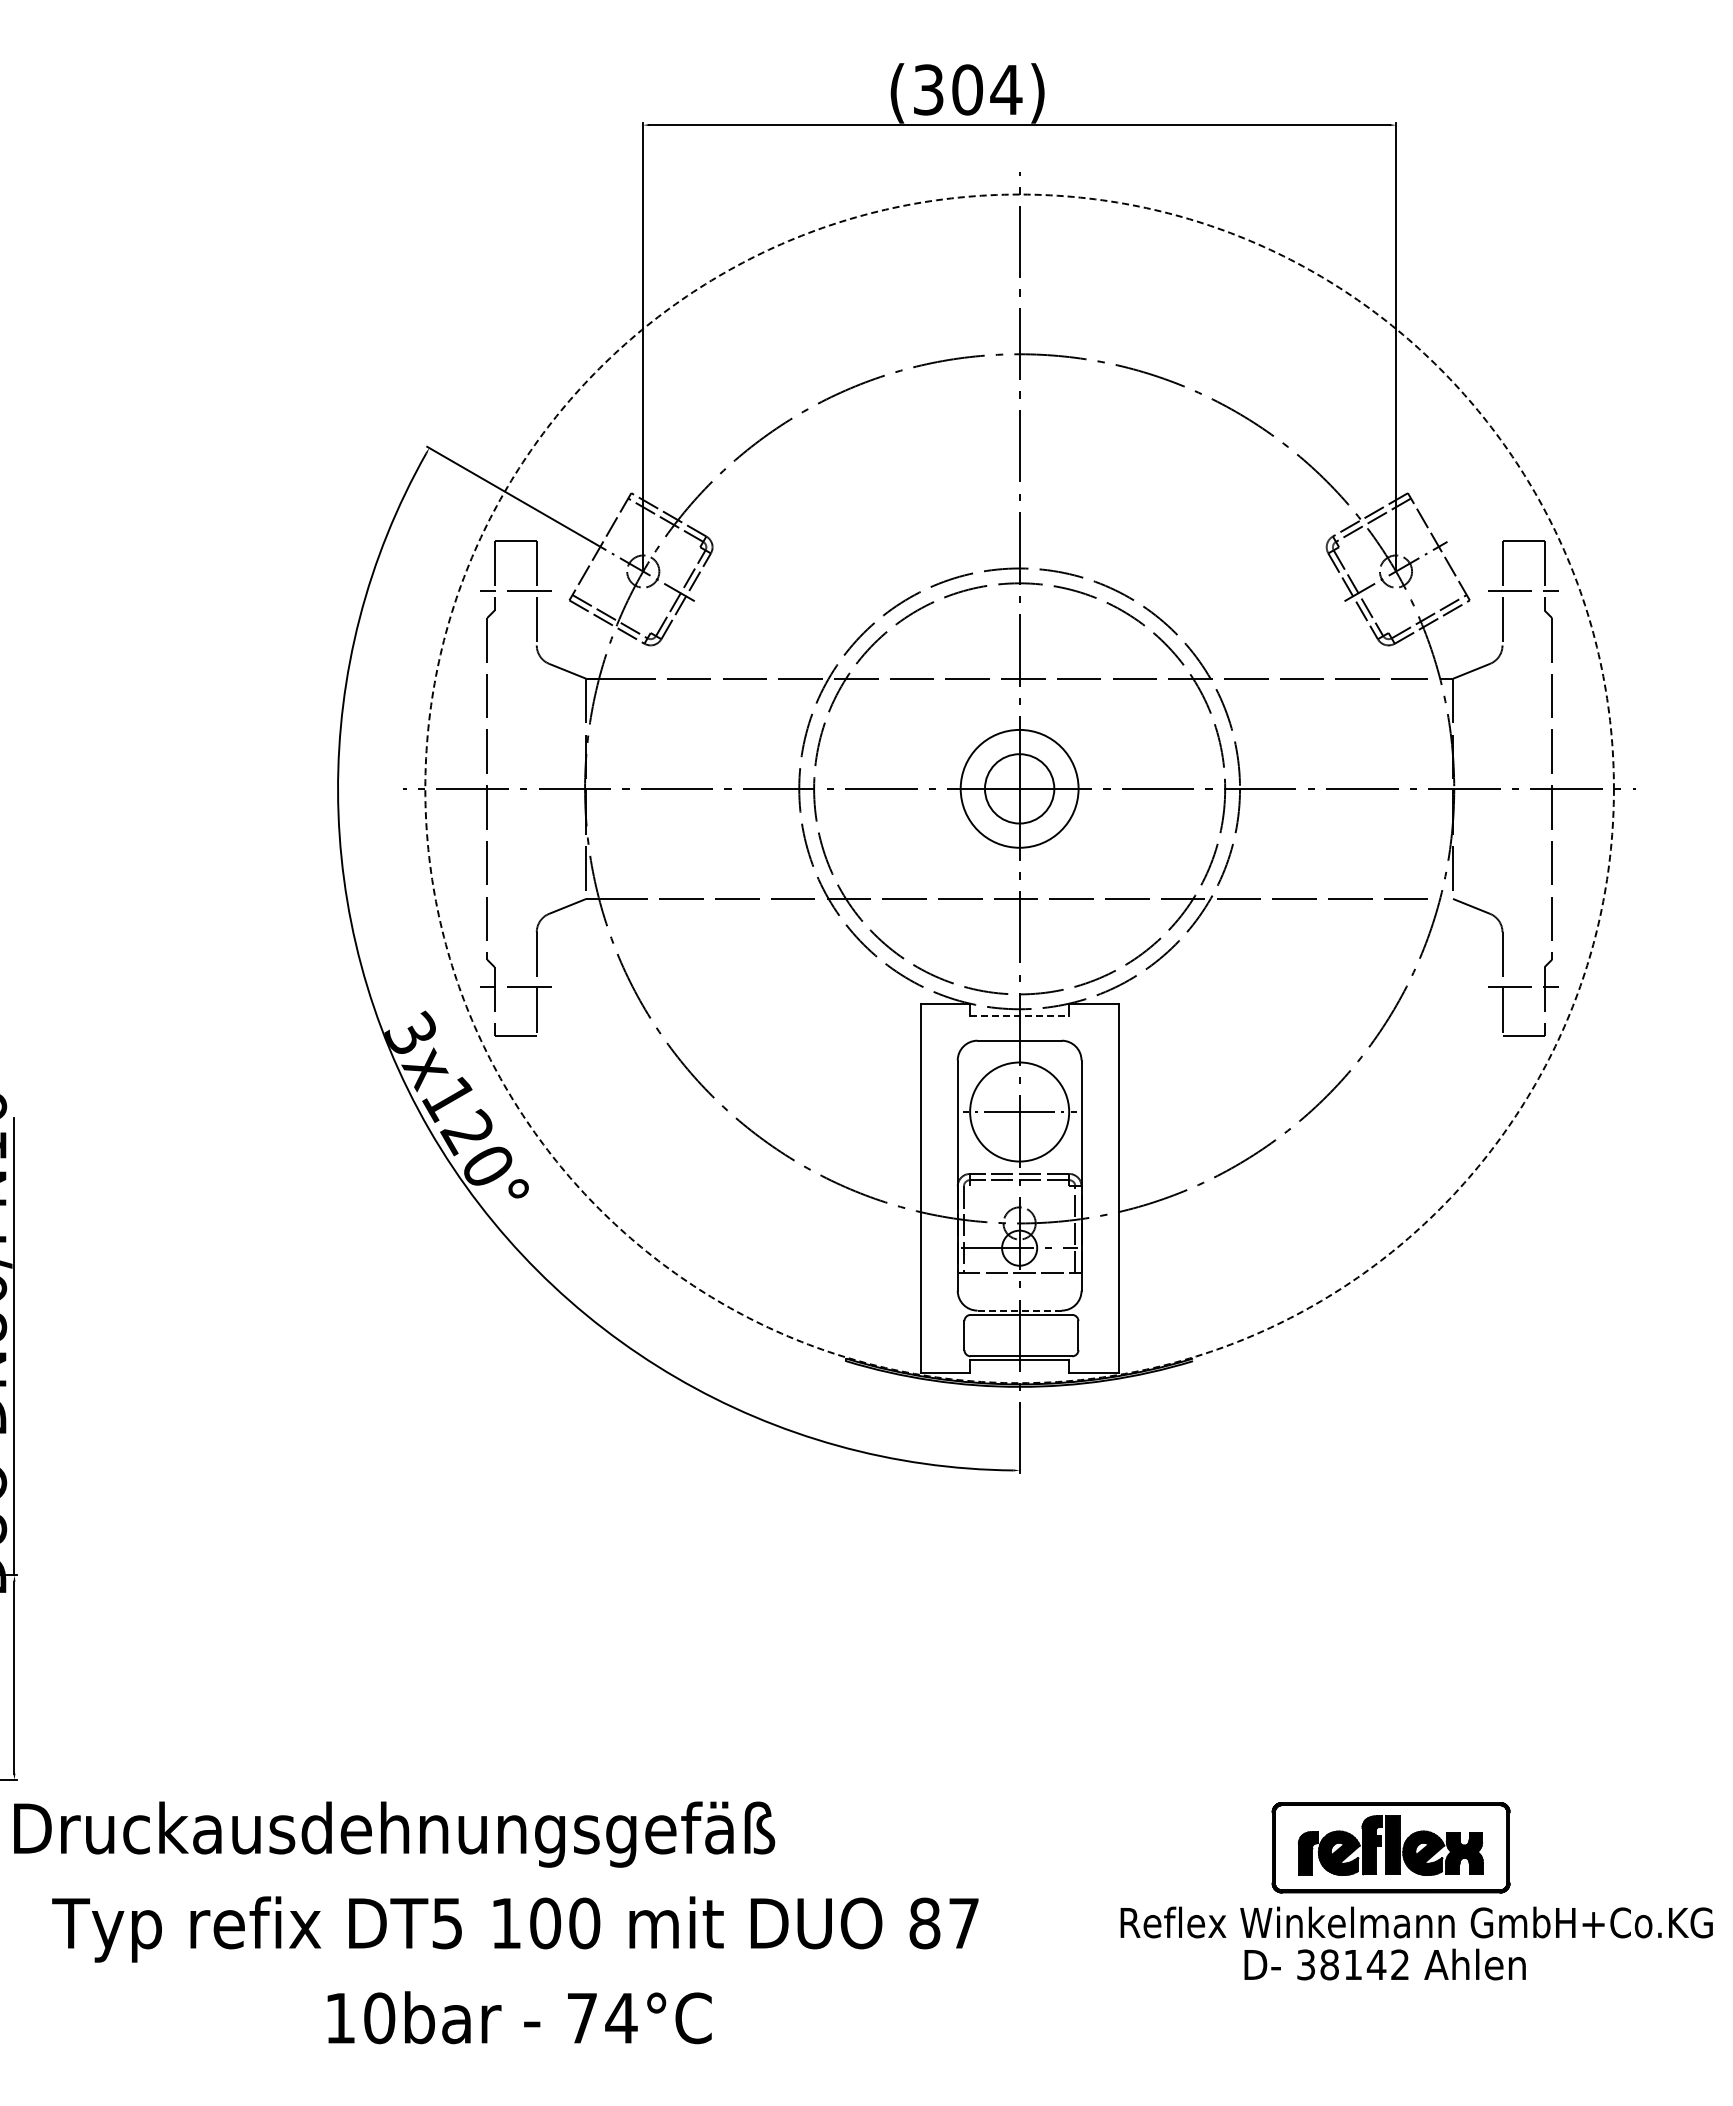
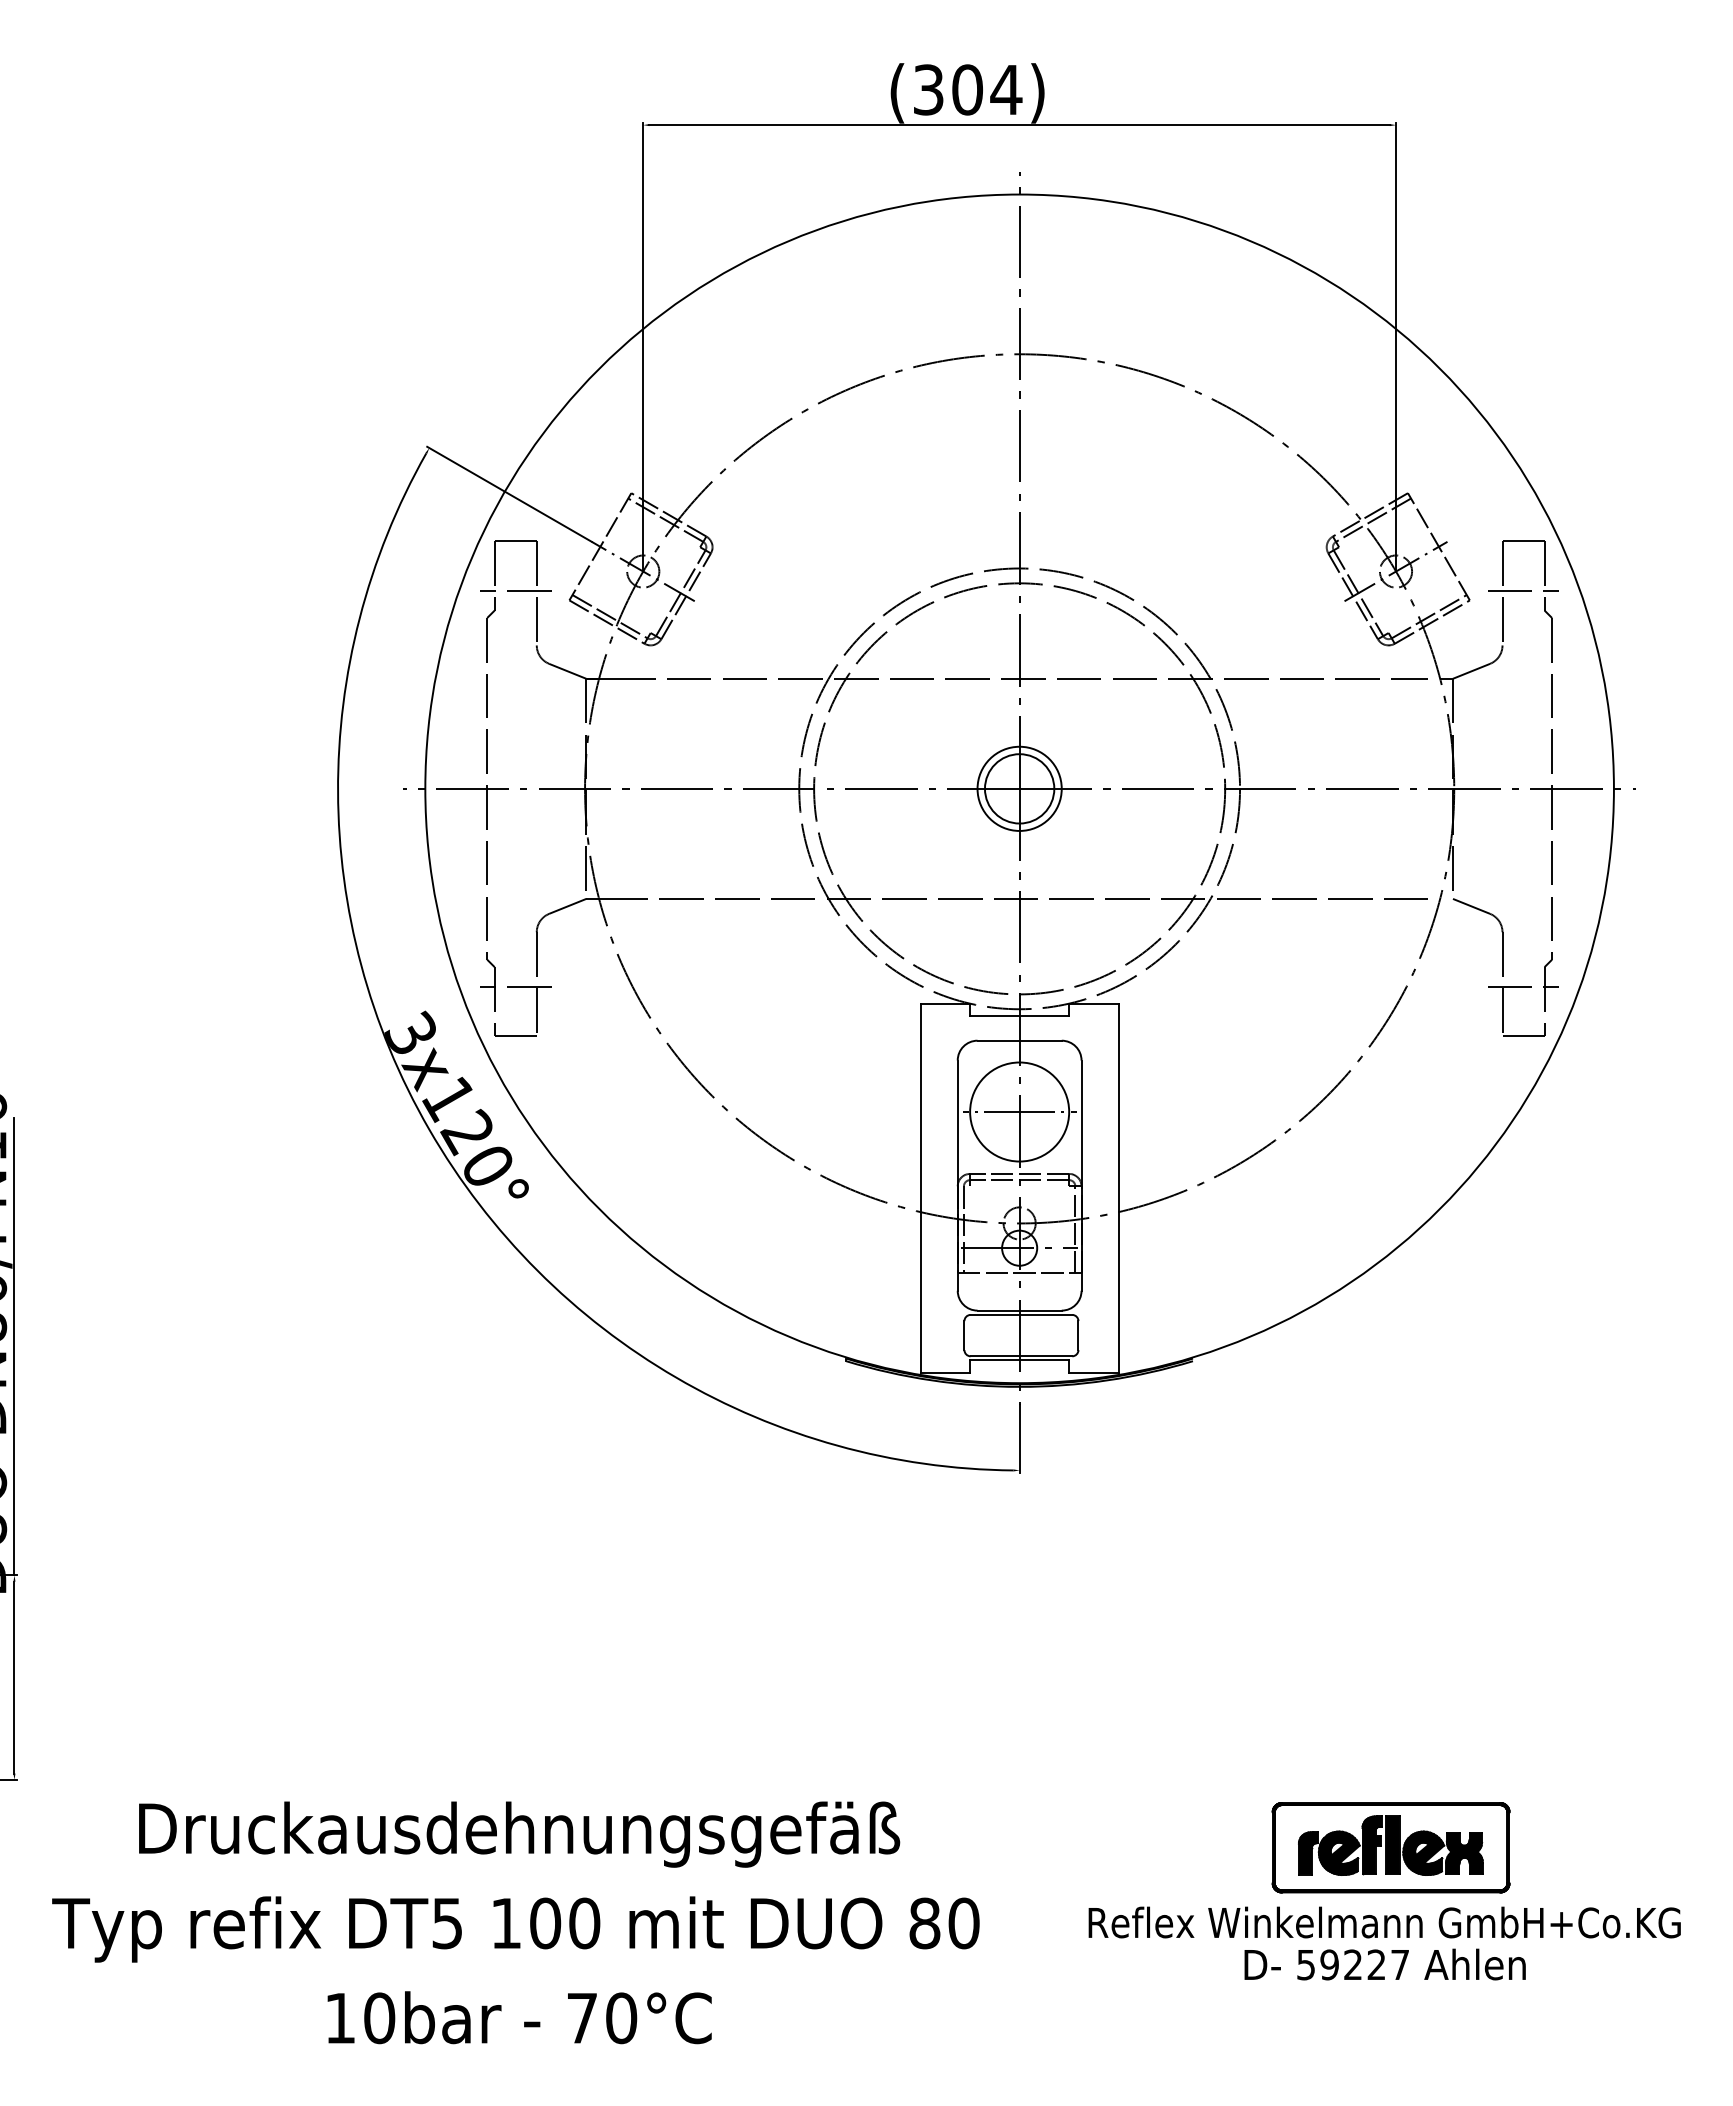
circle at (1019, 788) diameter: 118 px -> 84 px
circle at (1019, 788): dashed -> solid
line at (1019, 1015): dashed -> solid
line at (1019, 1310): dashed -> solid
text at (394, 1834) position: (394, 1834) -> (519, 1834)
text at (1416, 1922) position: (1416, 1922) -> (1384, 1922)
text at (963, 1923): 87 -> 80
text at (1352, 1964): 38142 -> 59227
text at (621, 2018): 74°C -> 70°C
